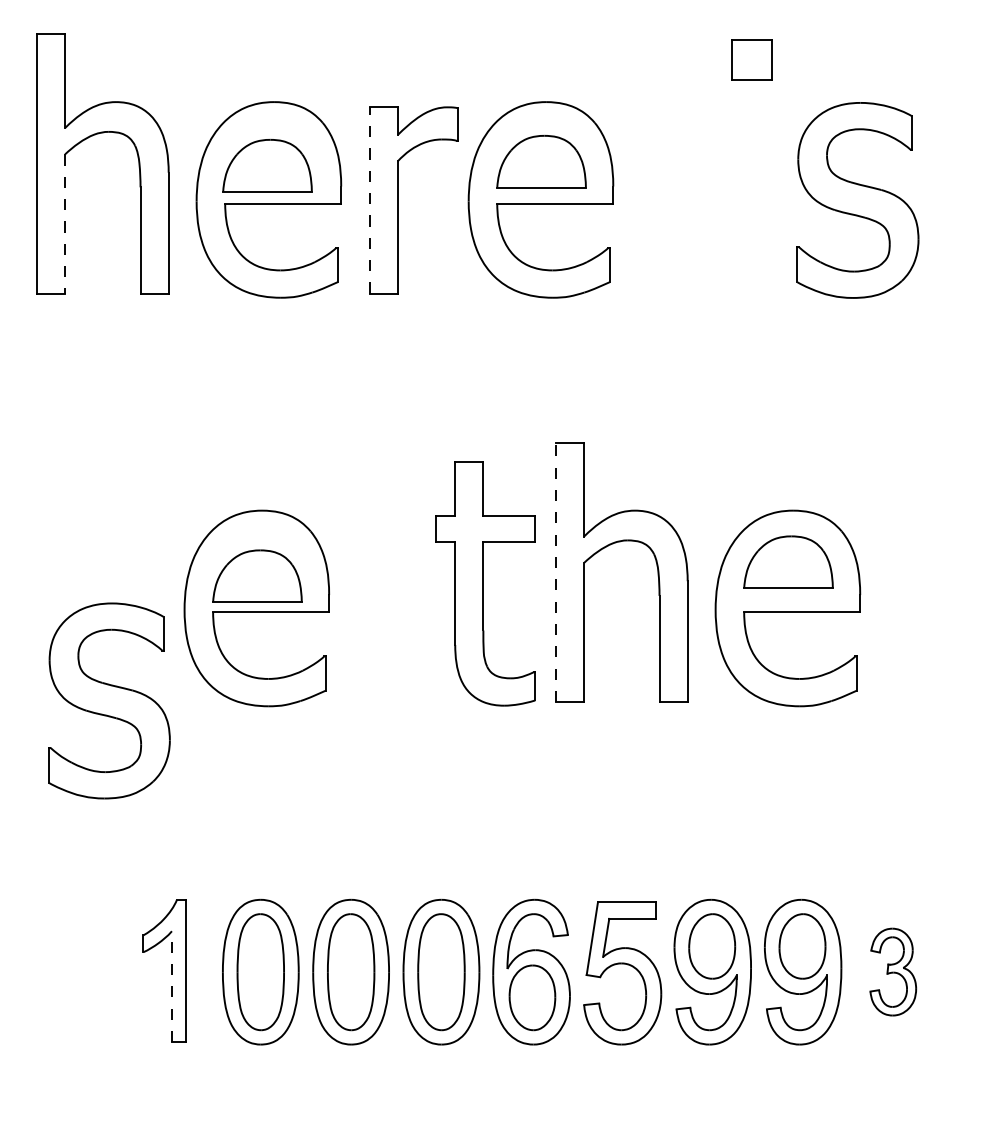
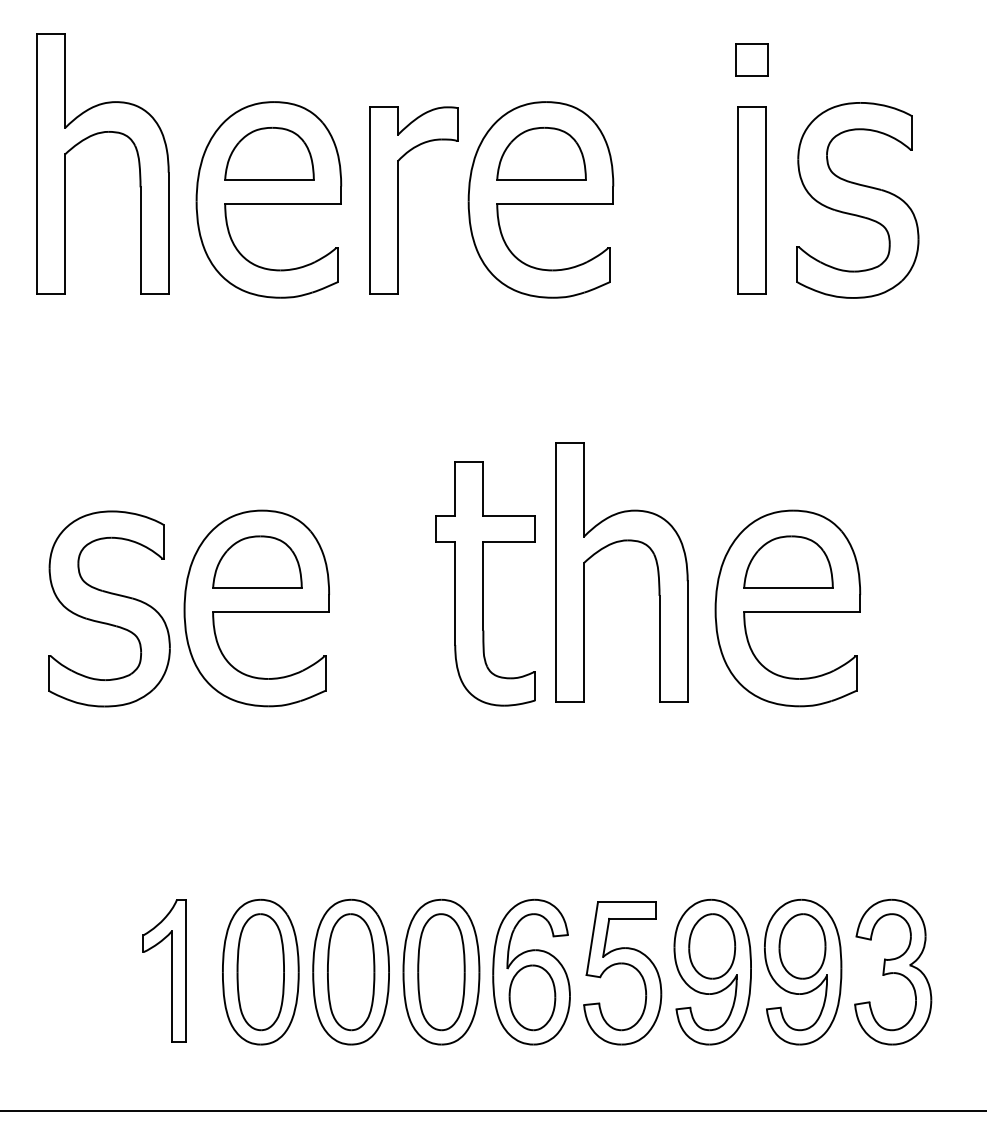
part at (751, 59) size: 42x42 px -> 34x34 px
part at (541, 161) position: (541, 161) -> (541, 153)
part at (267, 165) position: (267, 165) -> (269, 153)
line at (369, 199): dashed -> solid
part at (751, 200): none -> present
line at (65, 223): dashed -> solid
line at (555, 572): dashed -> solid
part at (257, 575) position: (257, 575) -> (257, 561)
part at (109, 700) position: (109, 700) -> (109, 608)
part at (893, 971) size: 49x90 px -> 79x148 px
line at (171, 986): dashed -> solid
line at (492, 1110): none -> present
